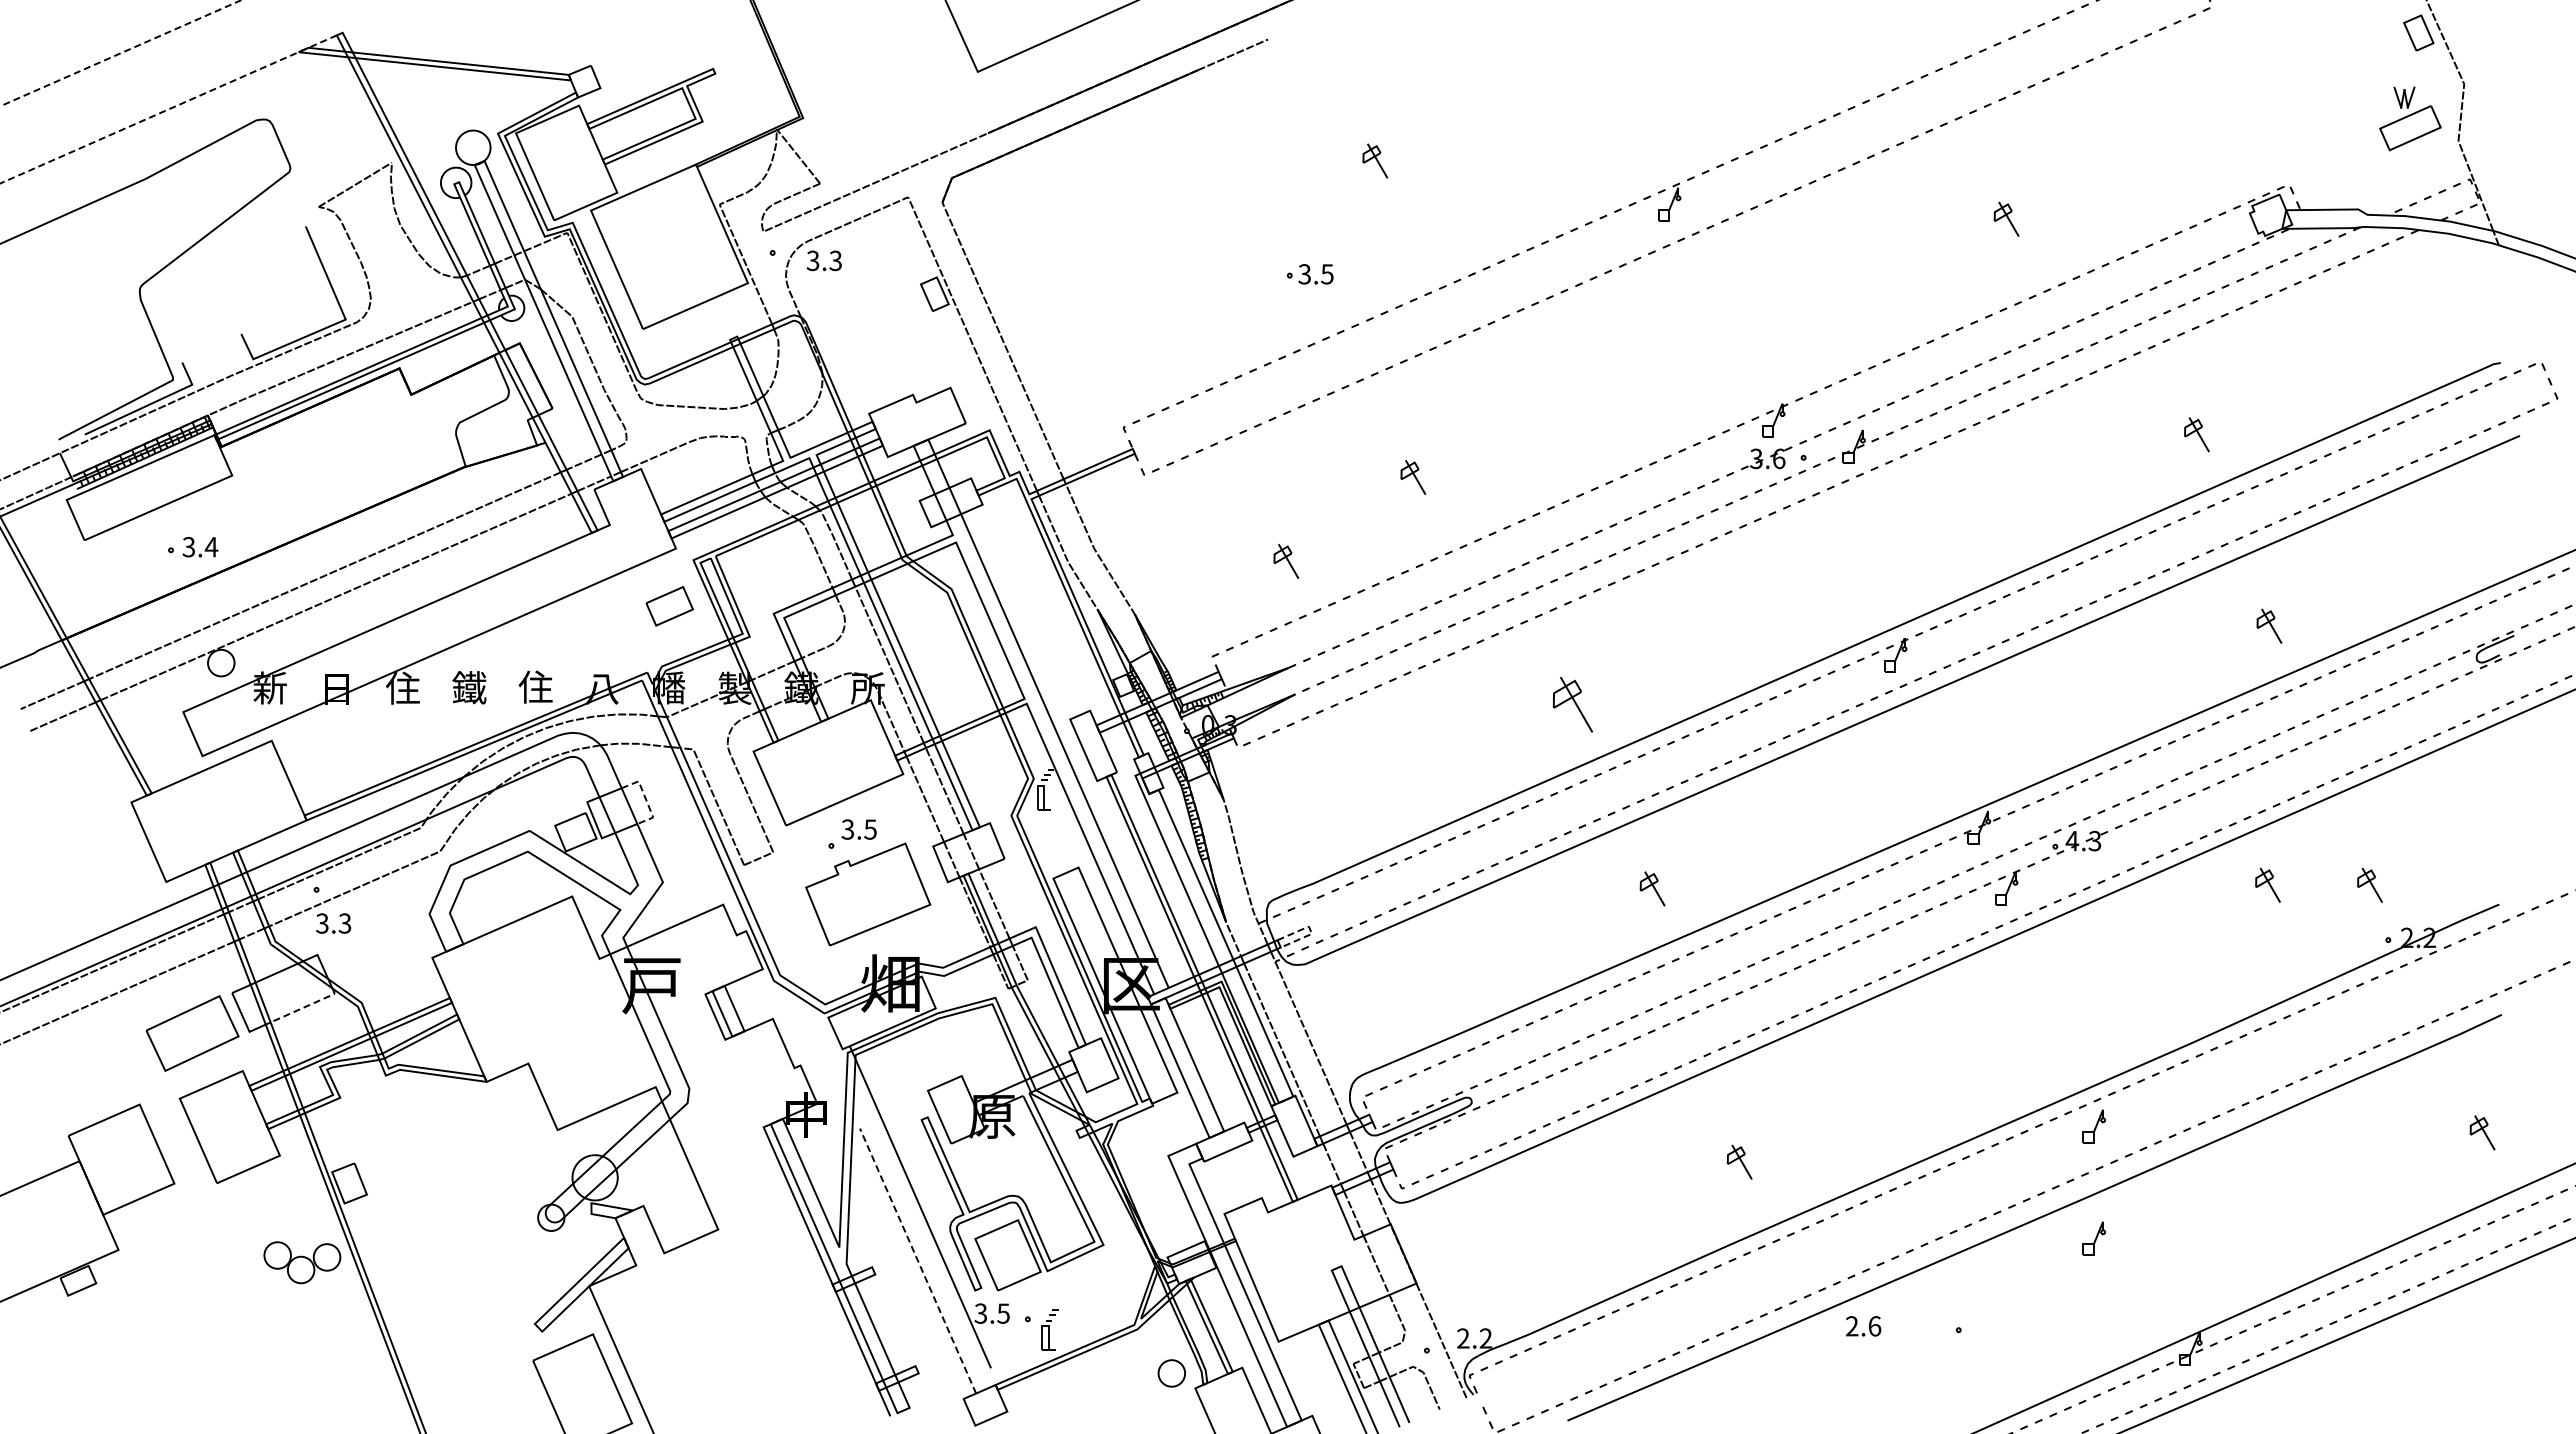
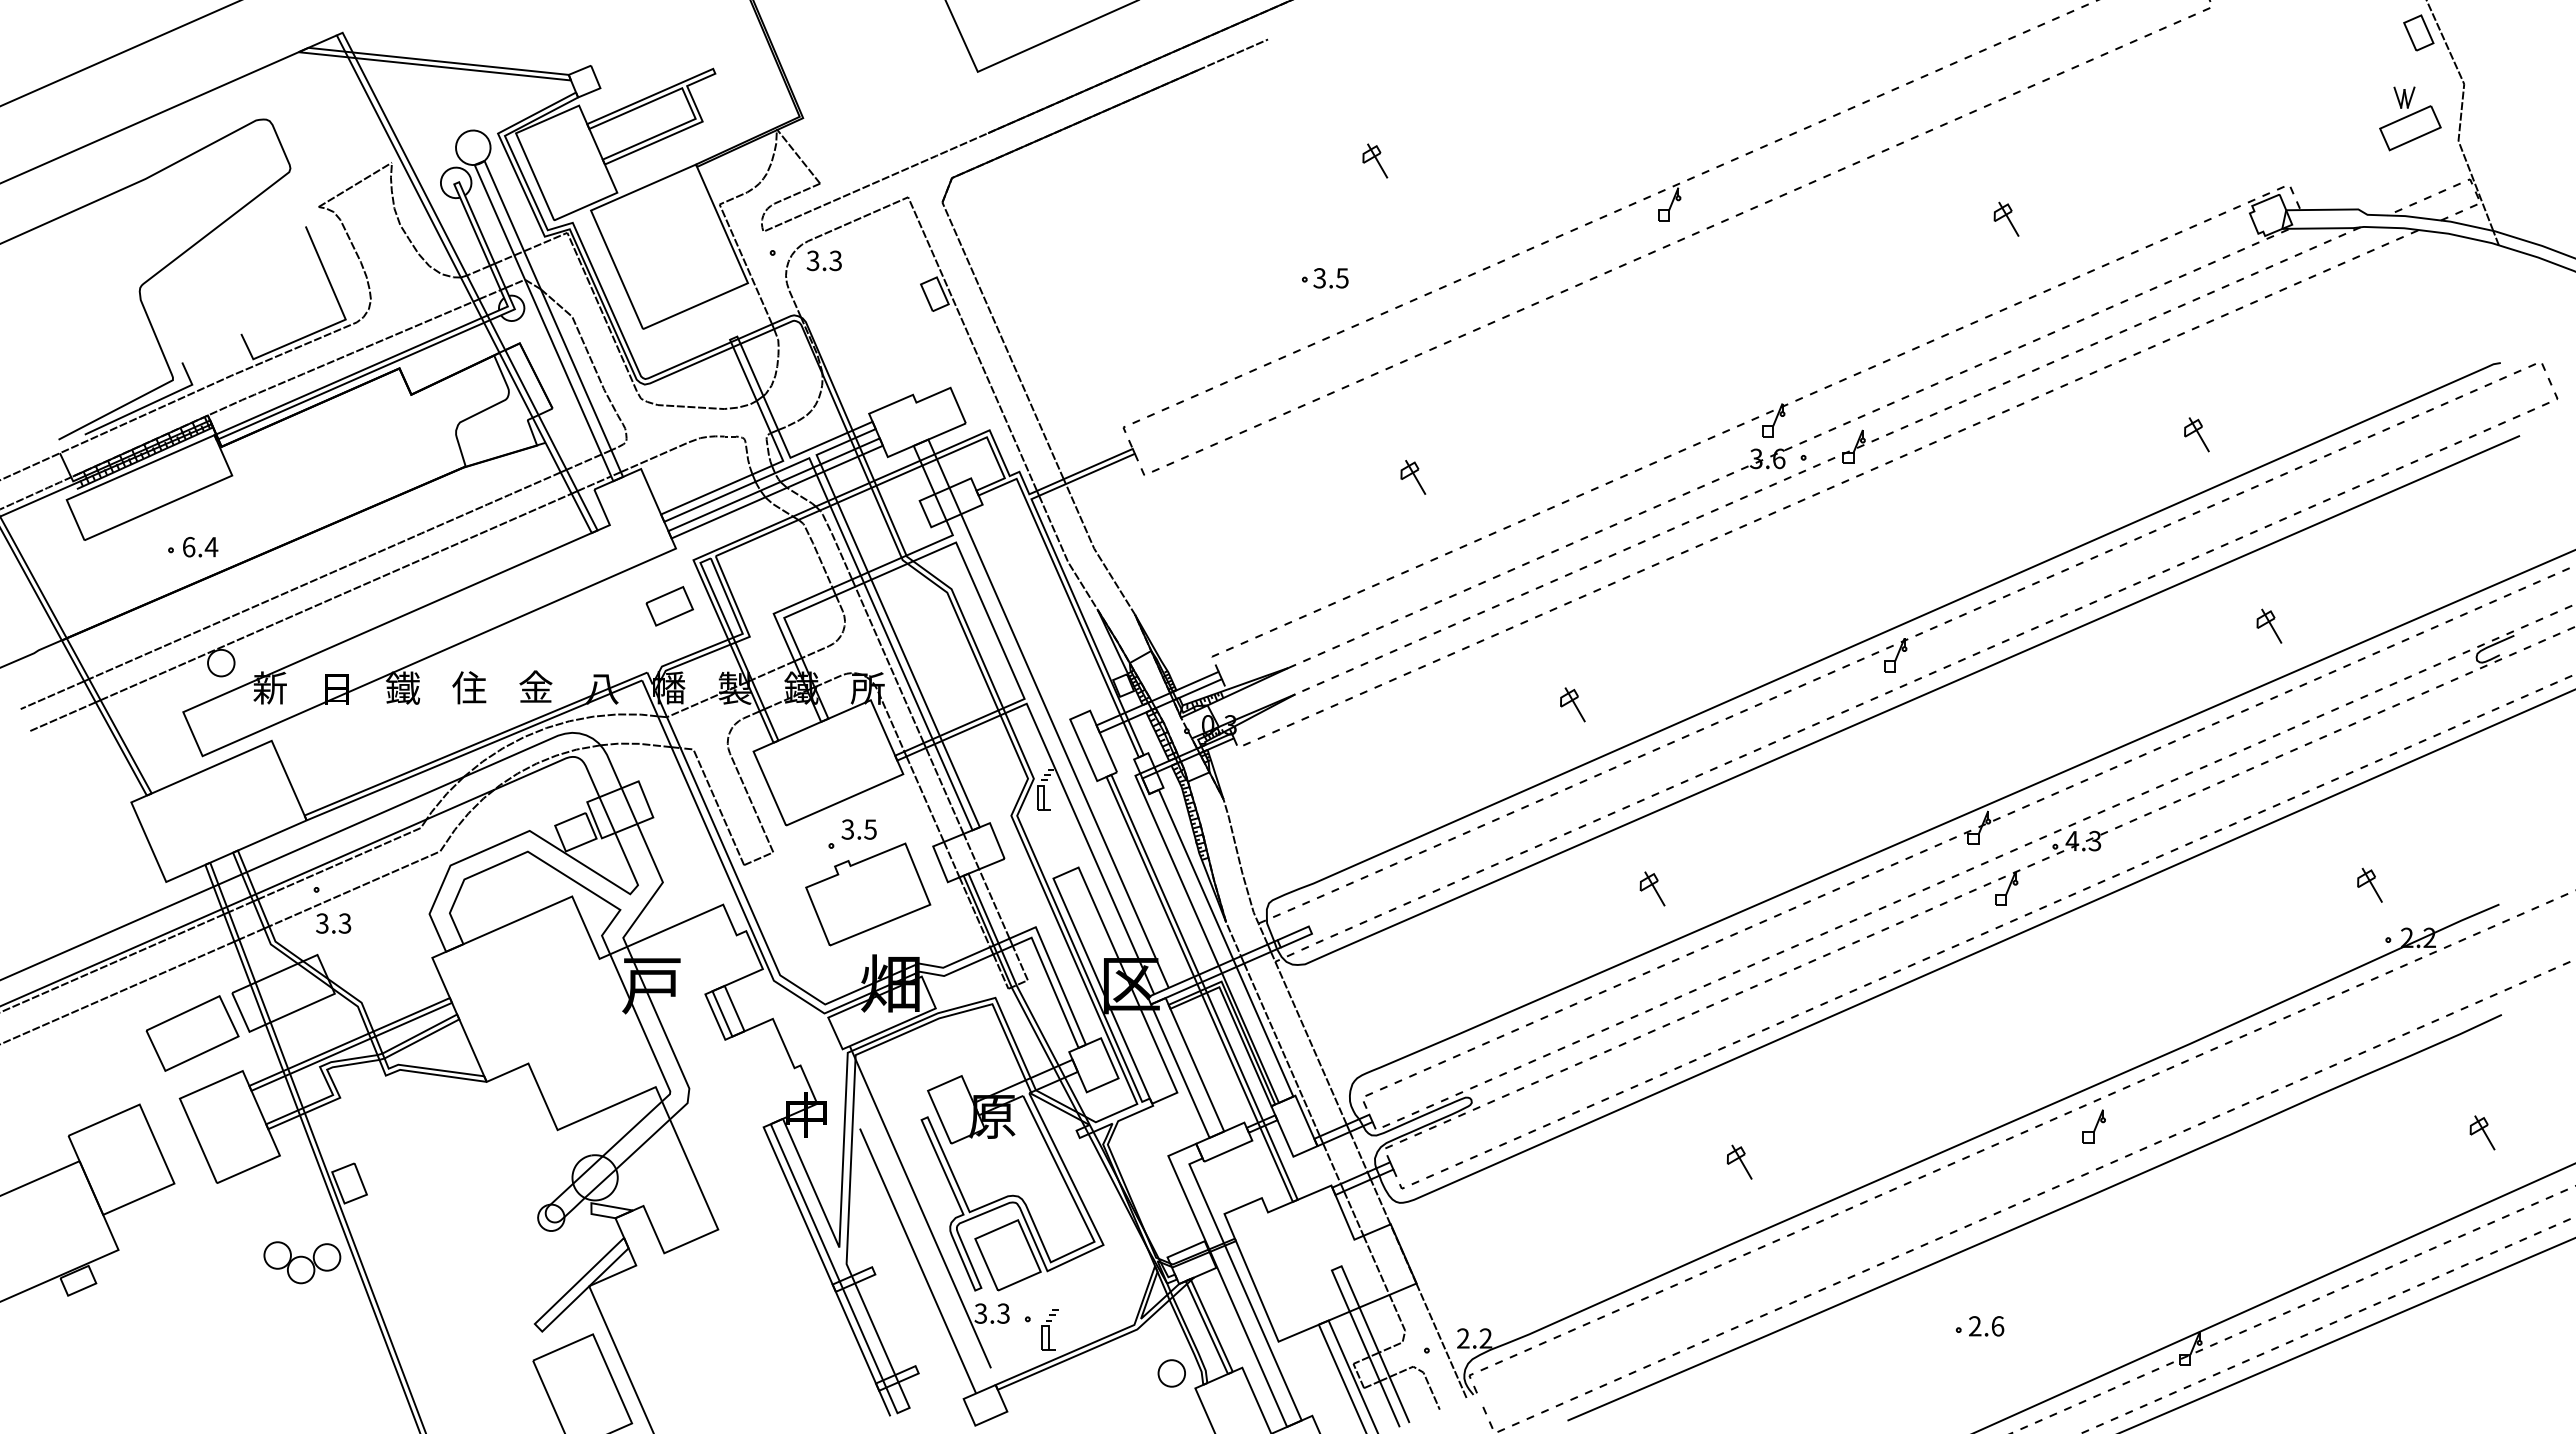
line at (121, 53): dashed -> solid
line at (169, 109): dashed -> solid
part at (1310, 274) position: (1310, 274) -> (1325, 278)
text at (188, 546): 3.4 -> 6.4
part at (1286, 561): present -> none
text at (535, 686): 住 -> 金
text at (403, 687): 住 -> 鐵
text at (469, 687): 鐵 -> 住
part at (1572, 704) size: 41x57 px -> 26x36 px
line at (645, 799): dashed -> solid
part at (2267, 885): present -> none
line at (1310, 930): dashed -> solid
line at (305, 1006): dashed -> solid
part at (2093, 1238): present -> none
line at (918, 1261): dashed -> solid
text at (1003, 1313): 3.5 -> 3.3
text at (1863, 1326) position: (1863, 1326) -> (1986, 1326)
